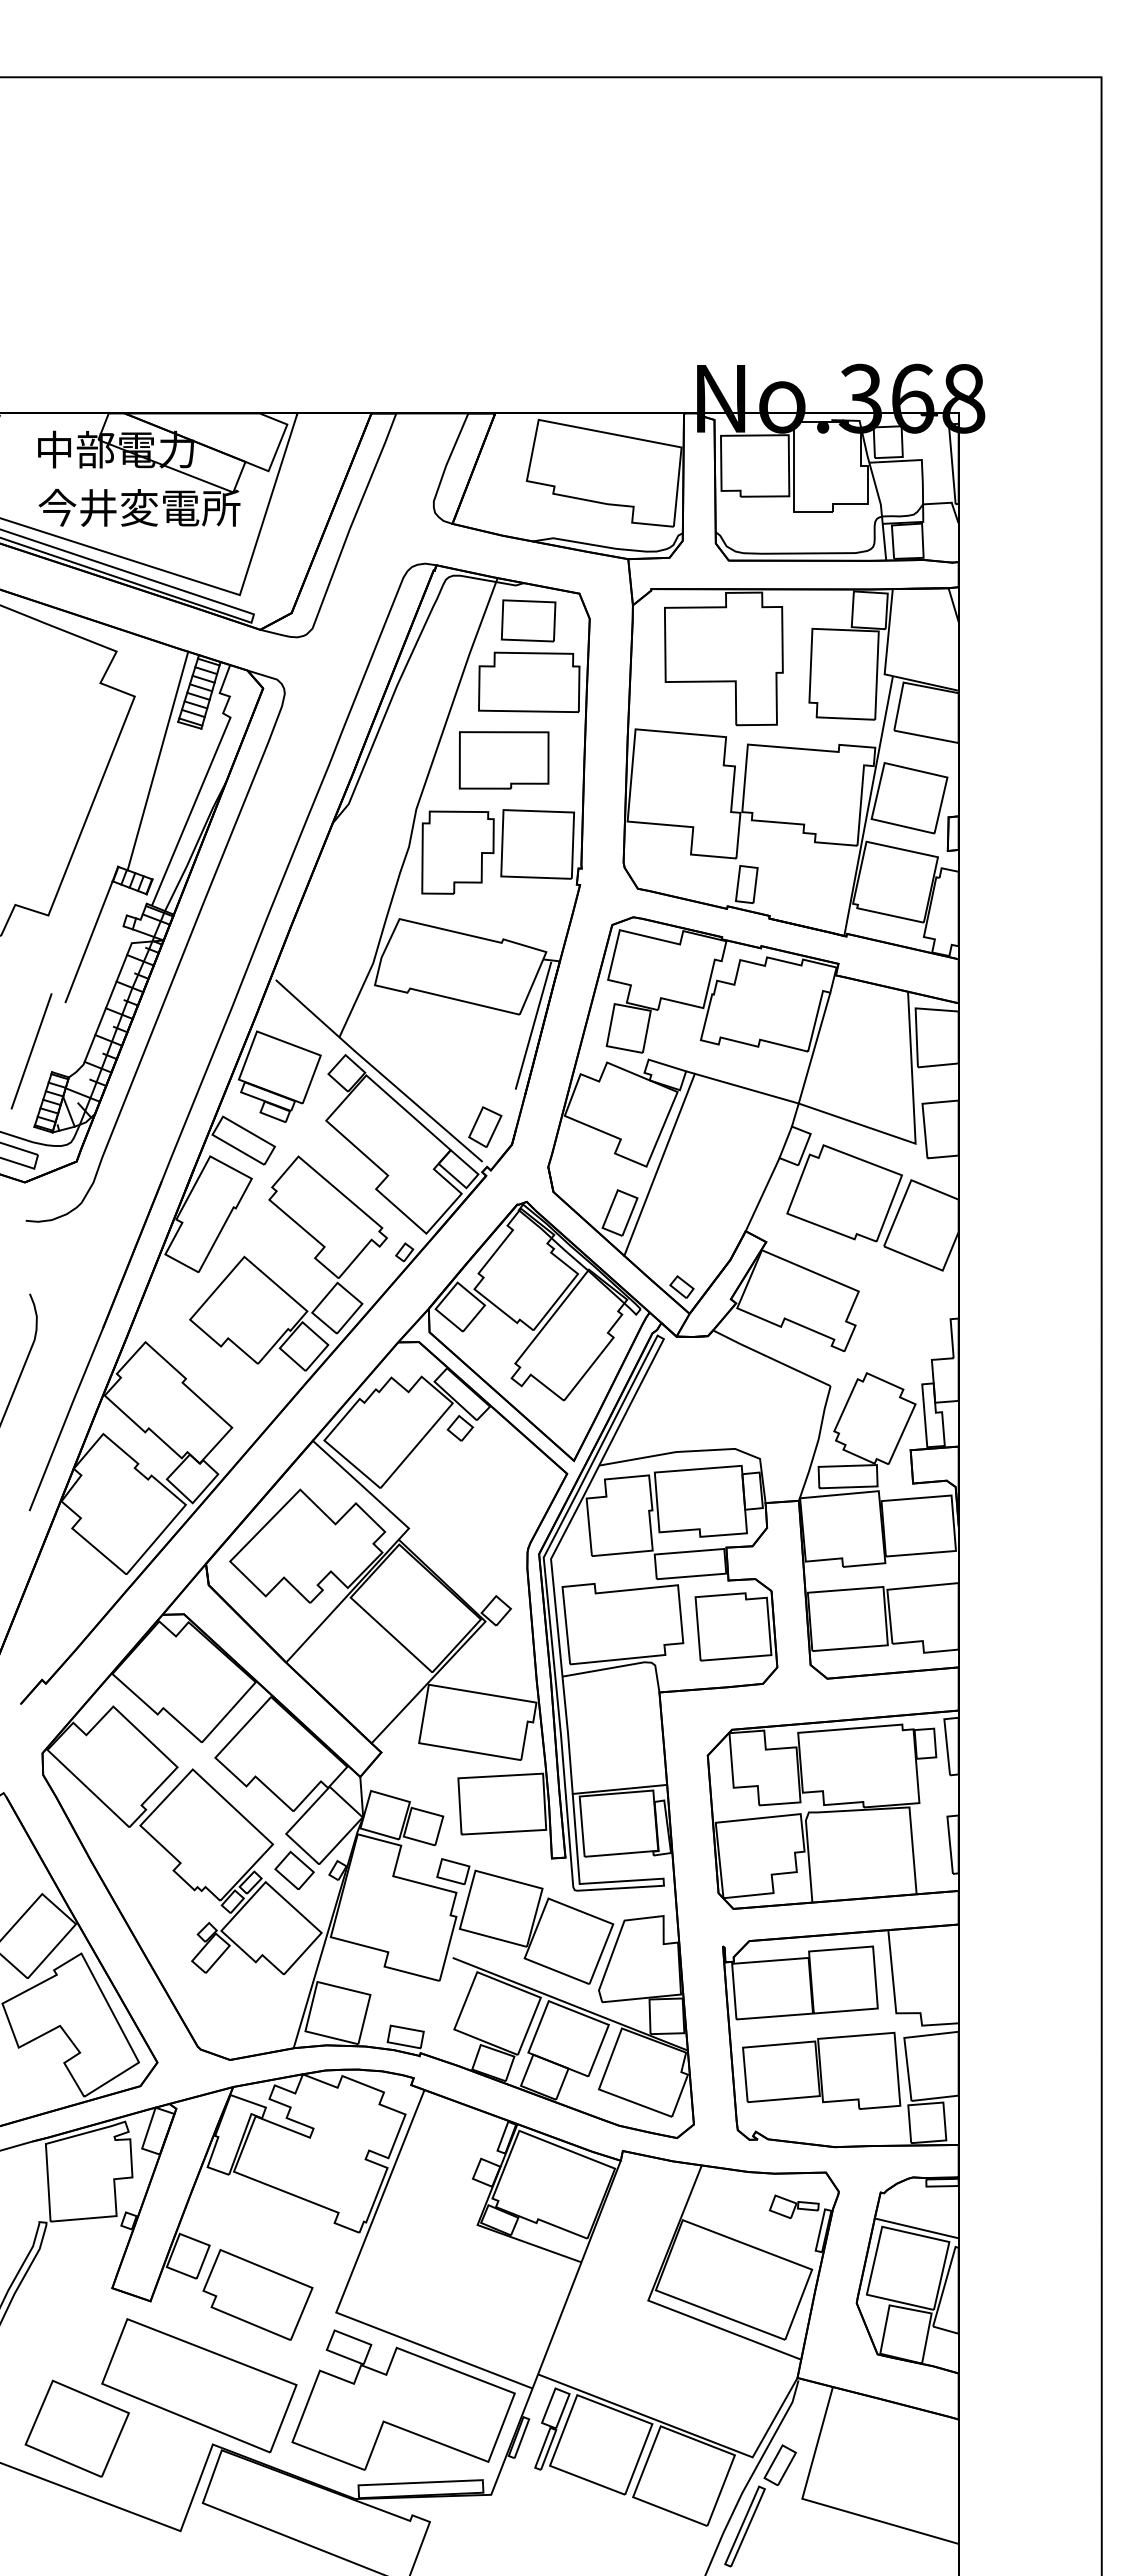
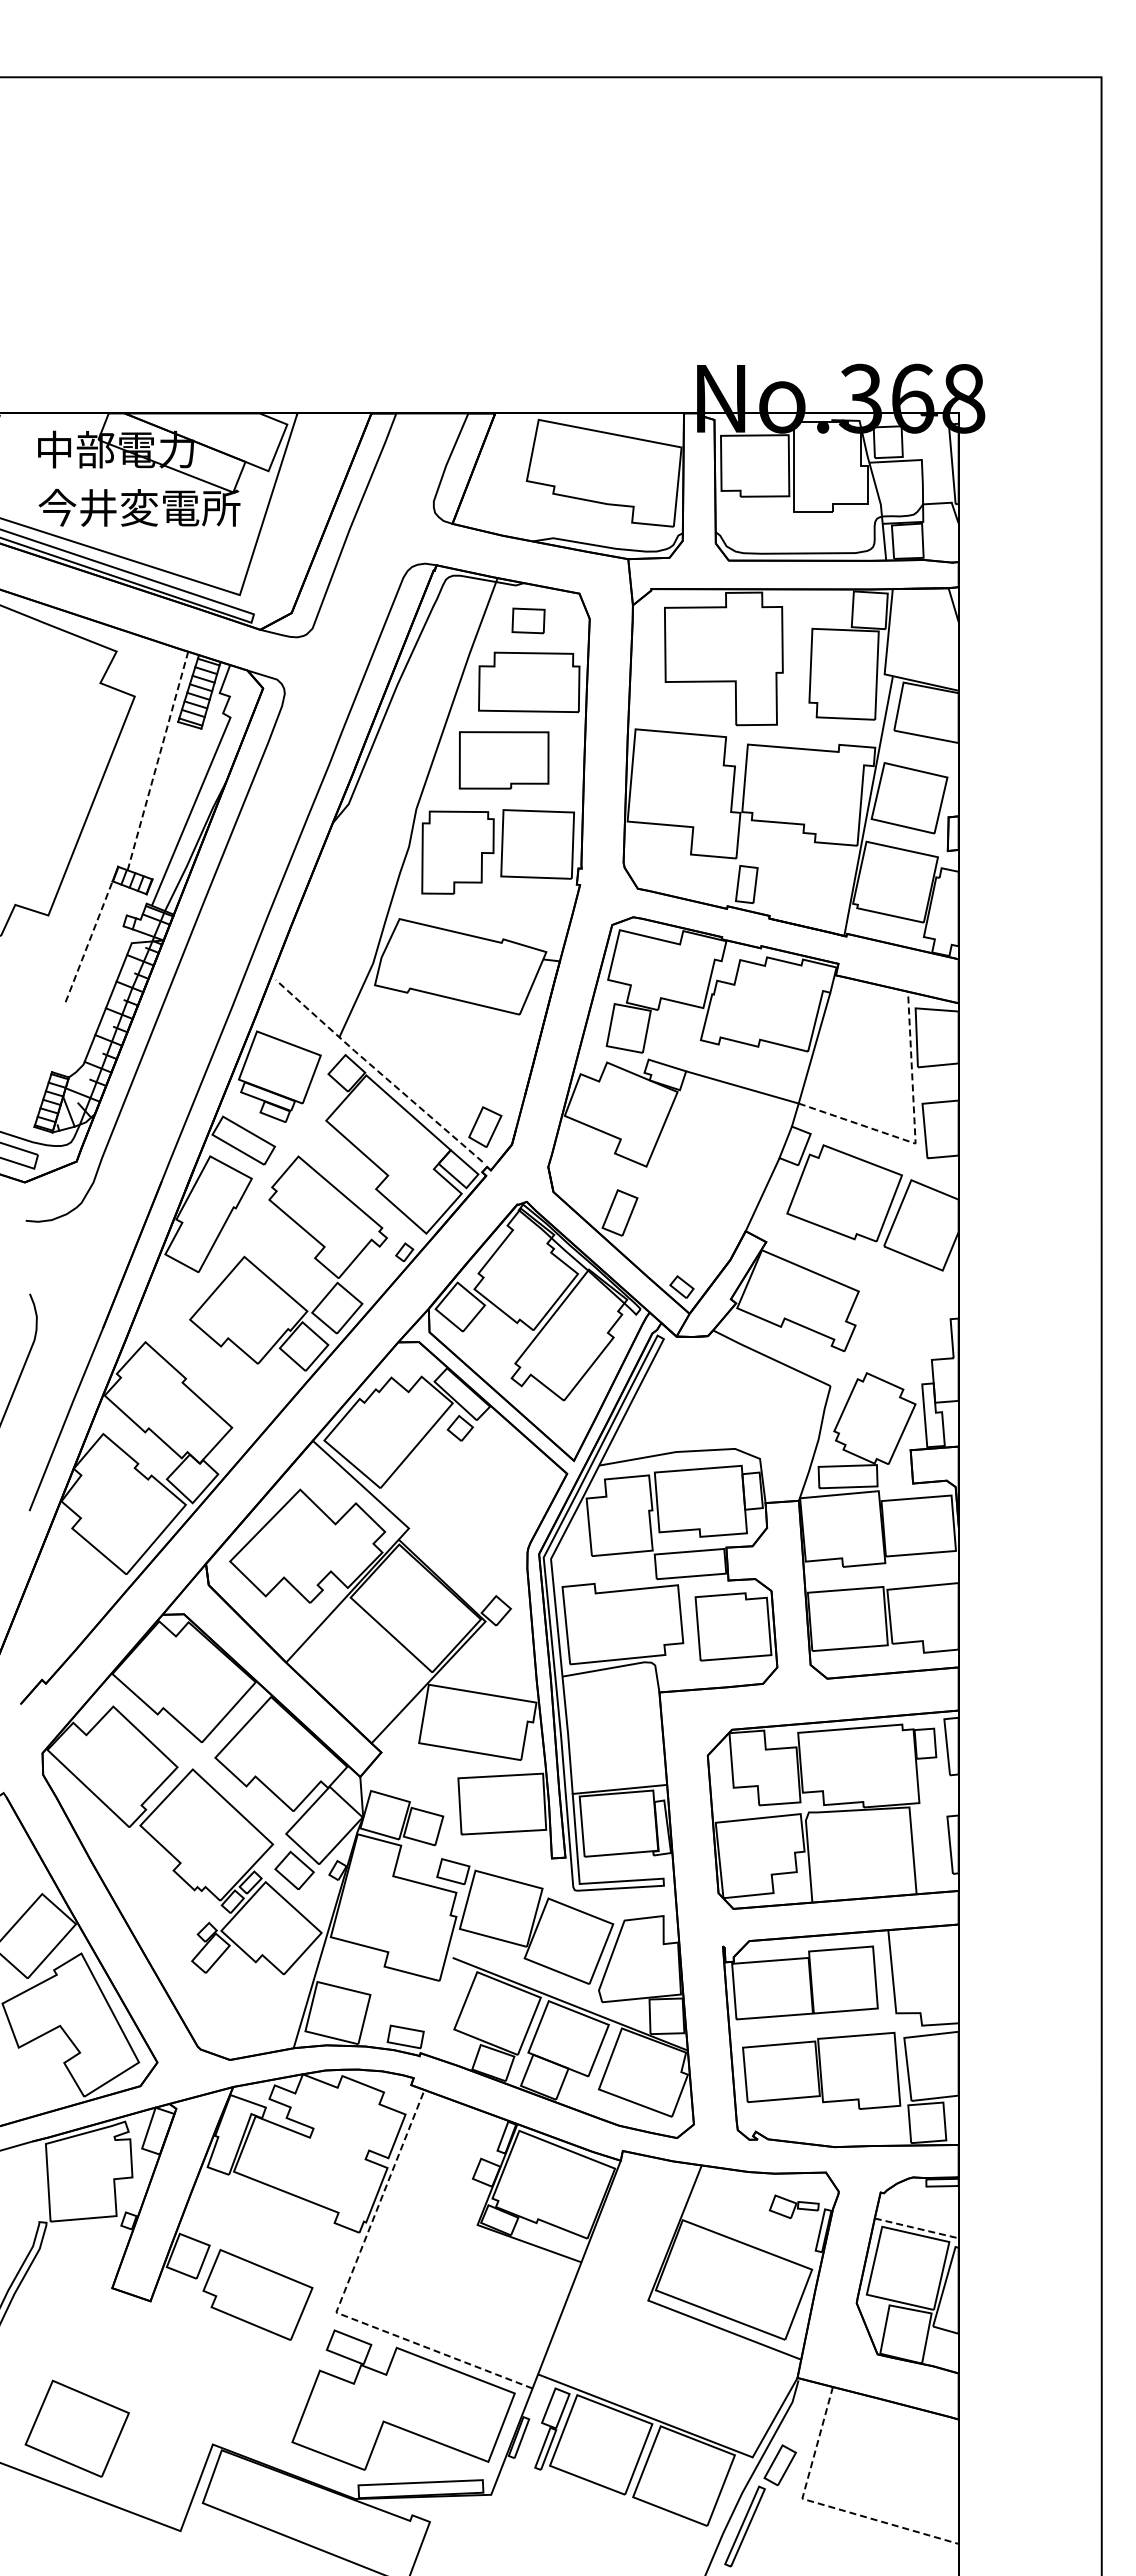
part at (528, 620) size: 57x44 px -> 35x28 px
line at (158, 760): solid -> dashed
line at (89, 941): solid -> dashed
line at (533, 1025): present -> none
line at (31, 1051): present -> none
line at (377, 1070): solid -> dashed
line at (914, 1129): solid -> dashed
line at (659, 1164): present -> none
line at (917, 2228): solid -> dashed
line at (341, 2299): solid -> dashed
part at (199, 2385): present -> none
line at (824, 2505): solid -> dashed
